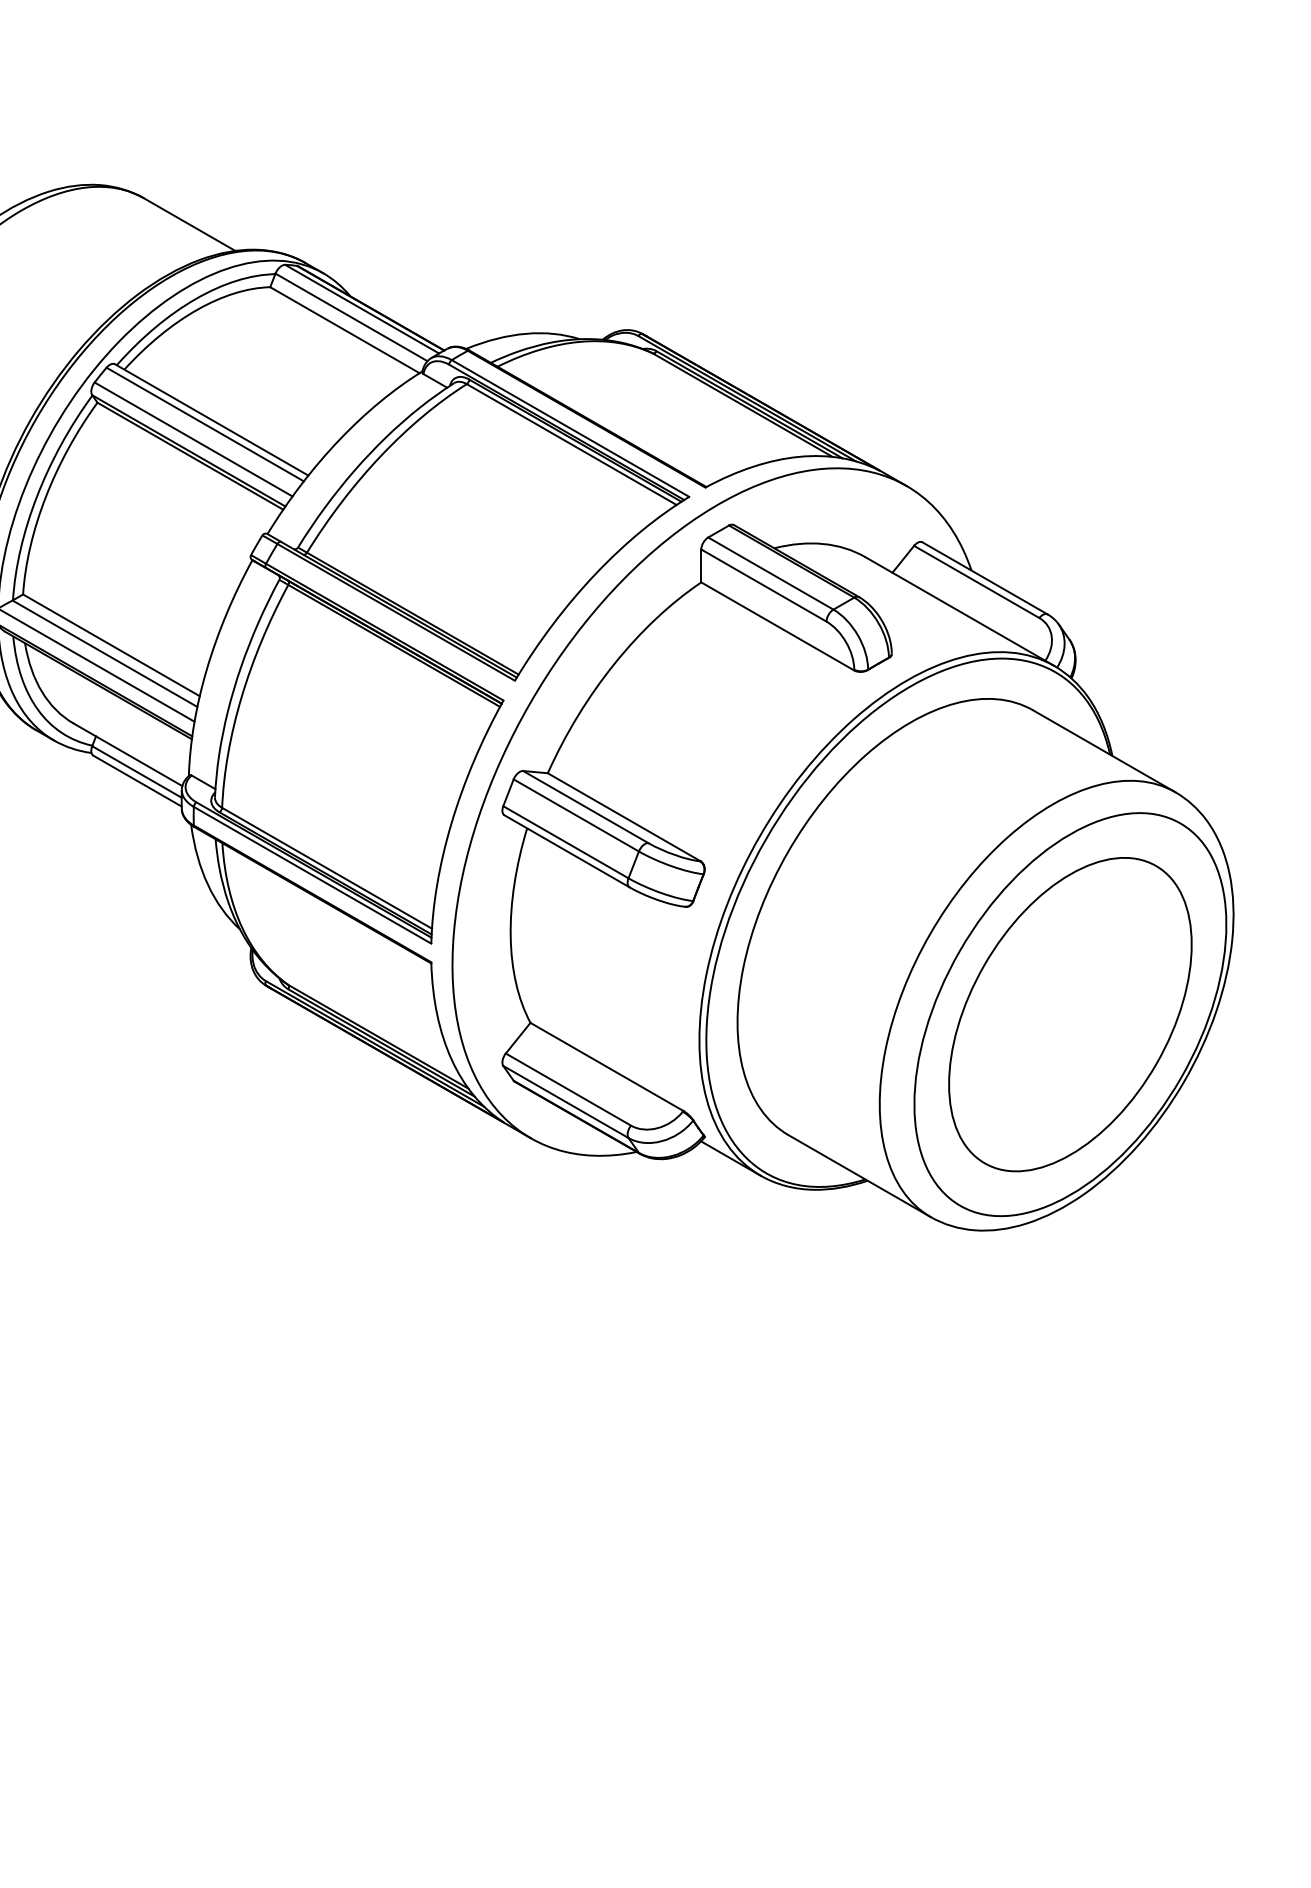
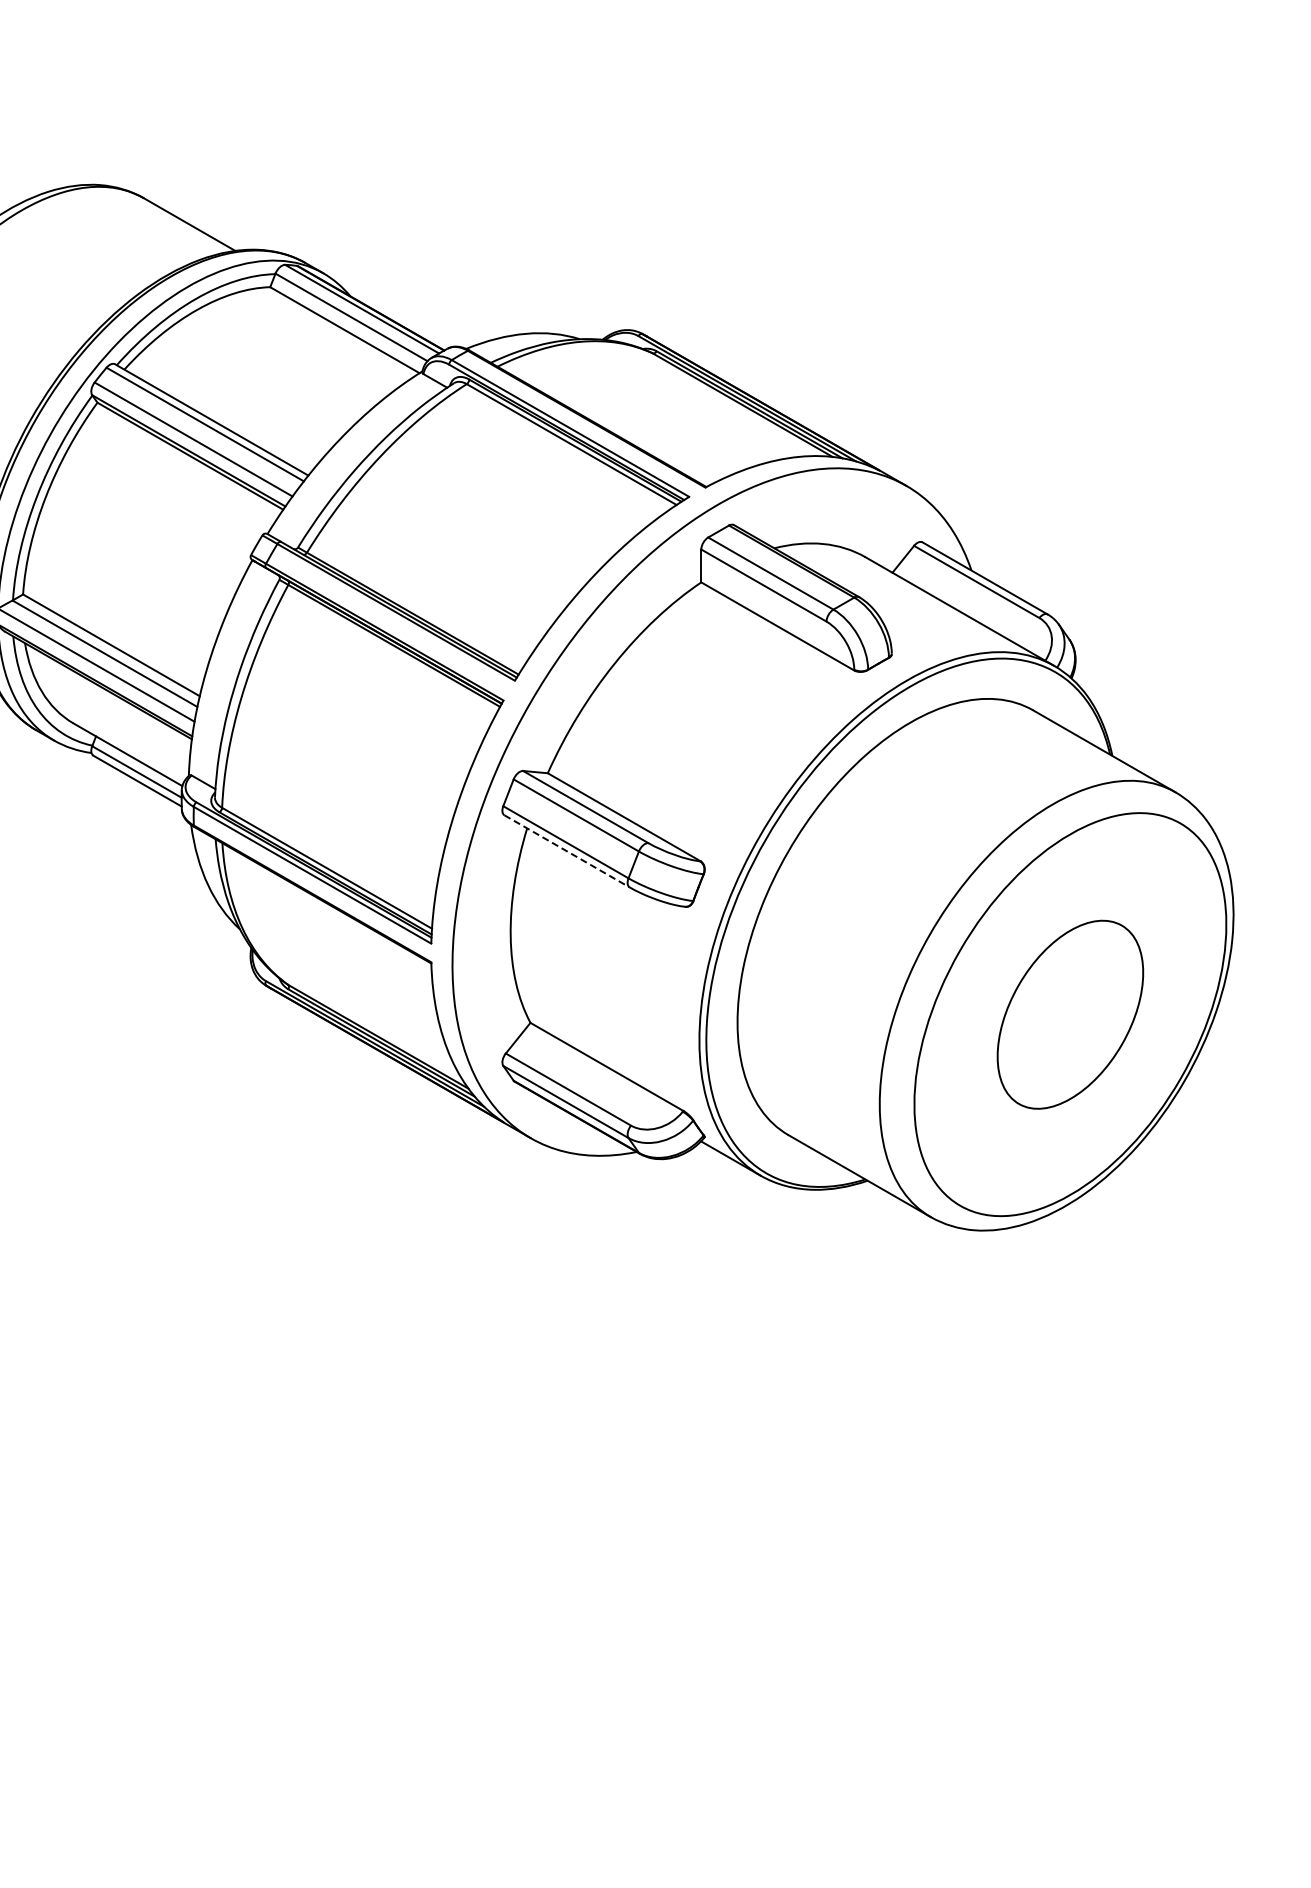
line at (567, 851): solid -> dashed
part at (1070, 1014) size: 245x316 px -> 149x191 px
